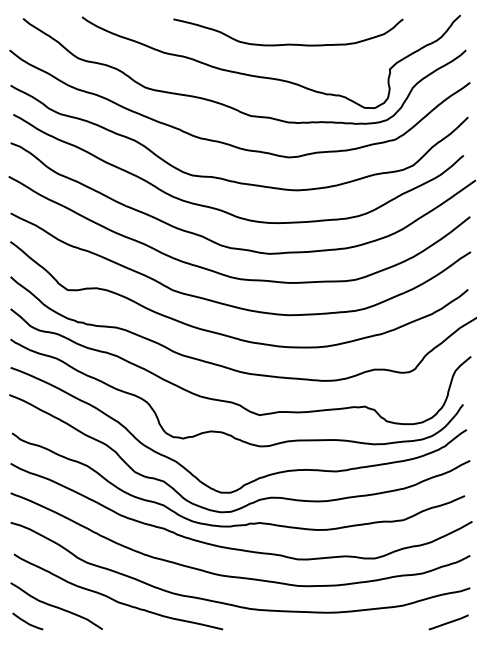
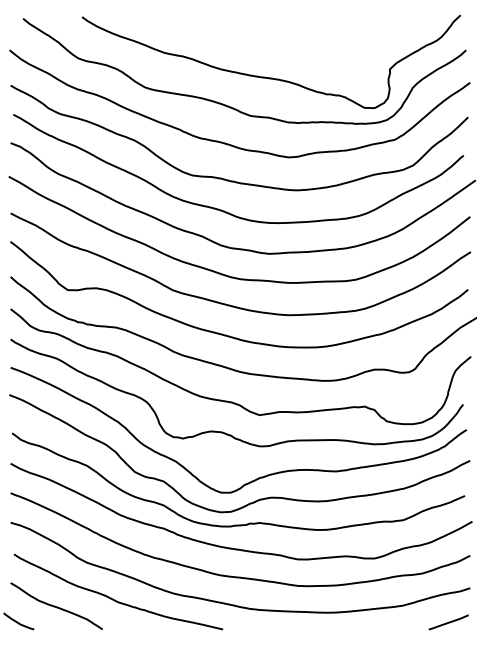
curve at (288, 43): present -> none
curve at (26, 621) position: (26, 621) -> (17, 621)
